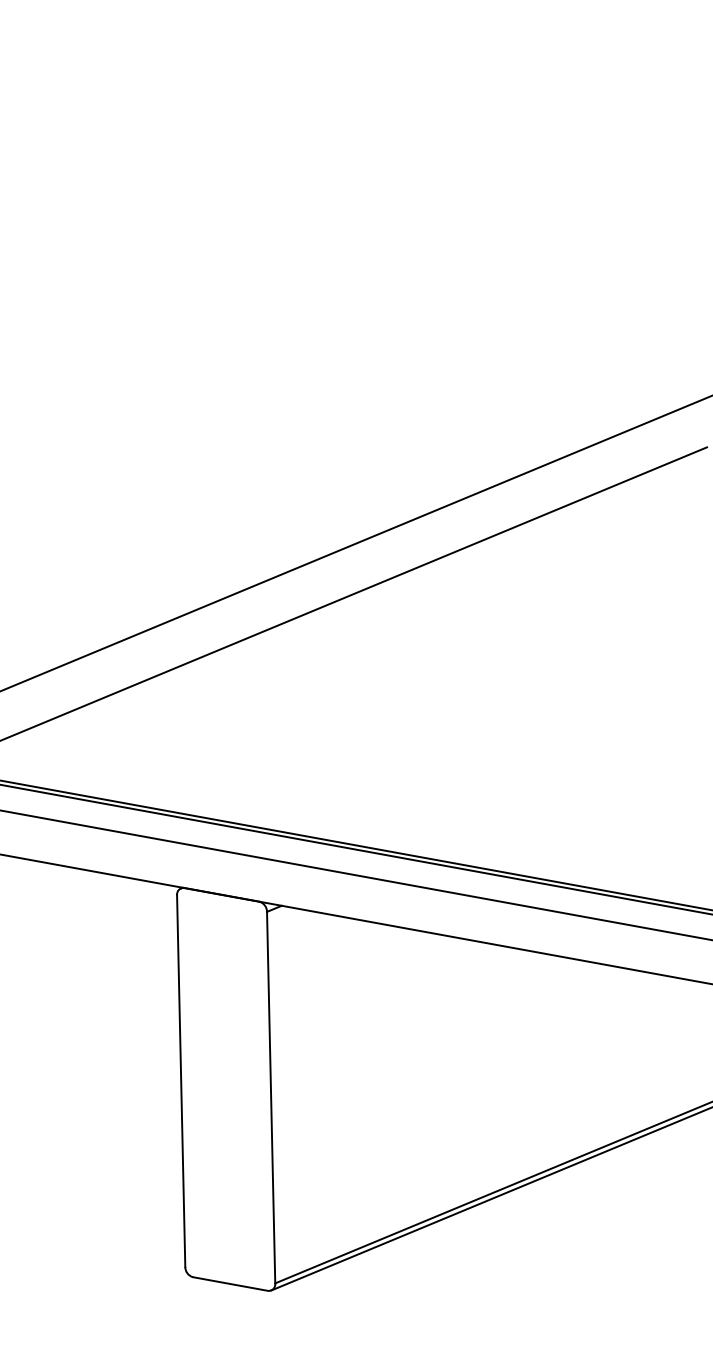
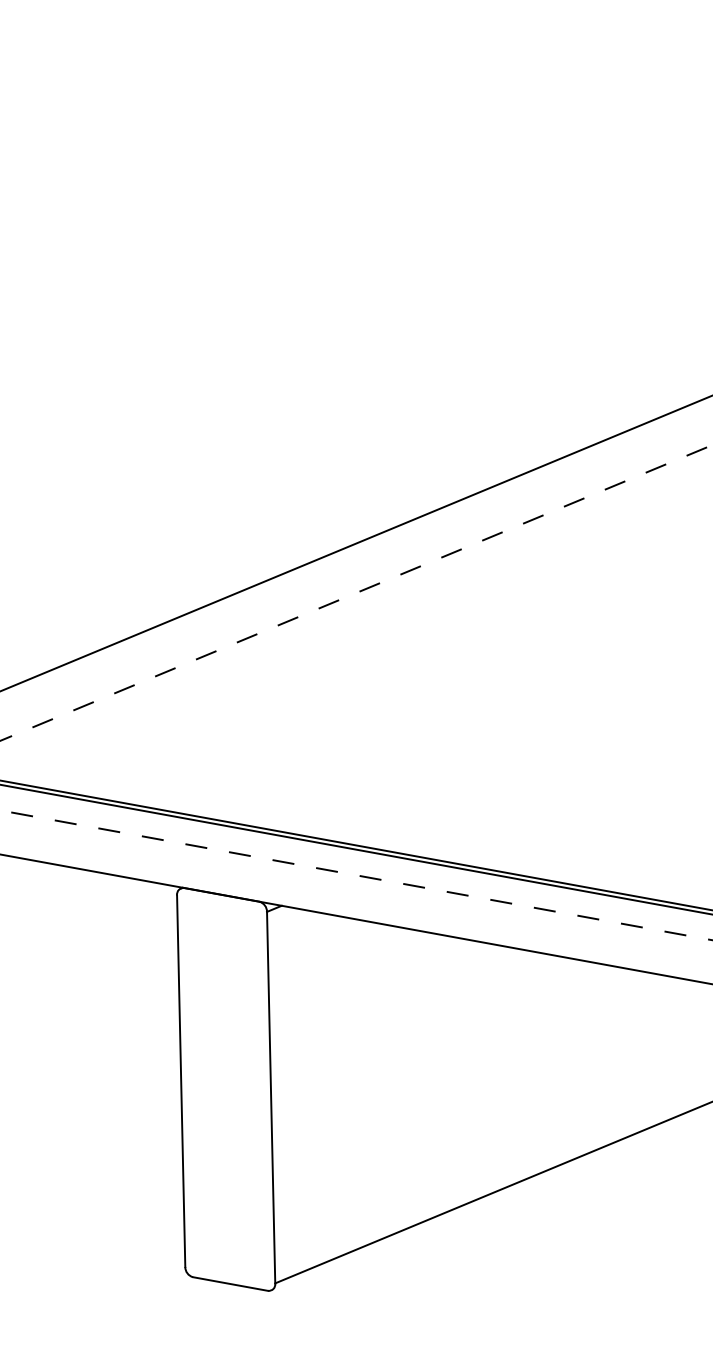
line at (353, 594): solid -> dashed
line at (356, 875): solid -> dashed
line at (490, 1199): present -> none
